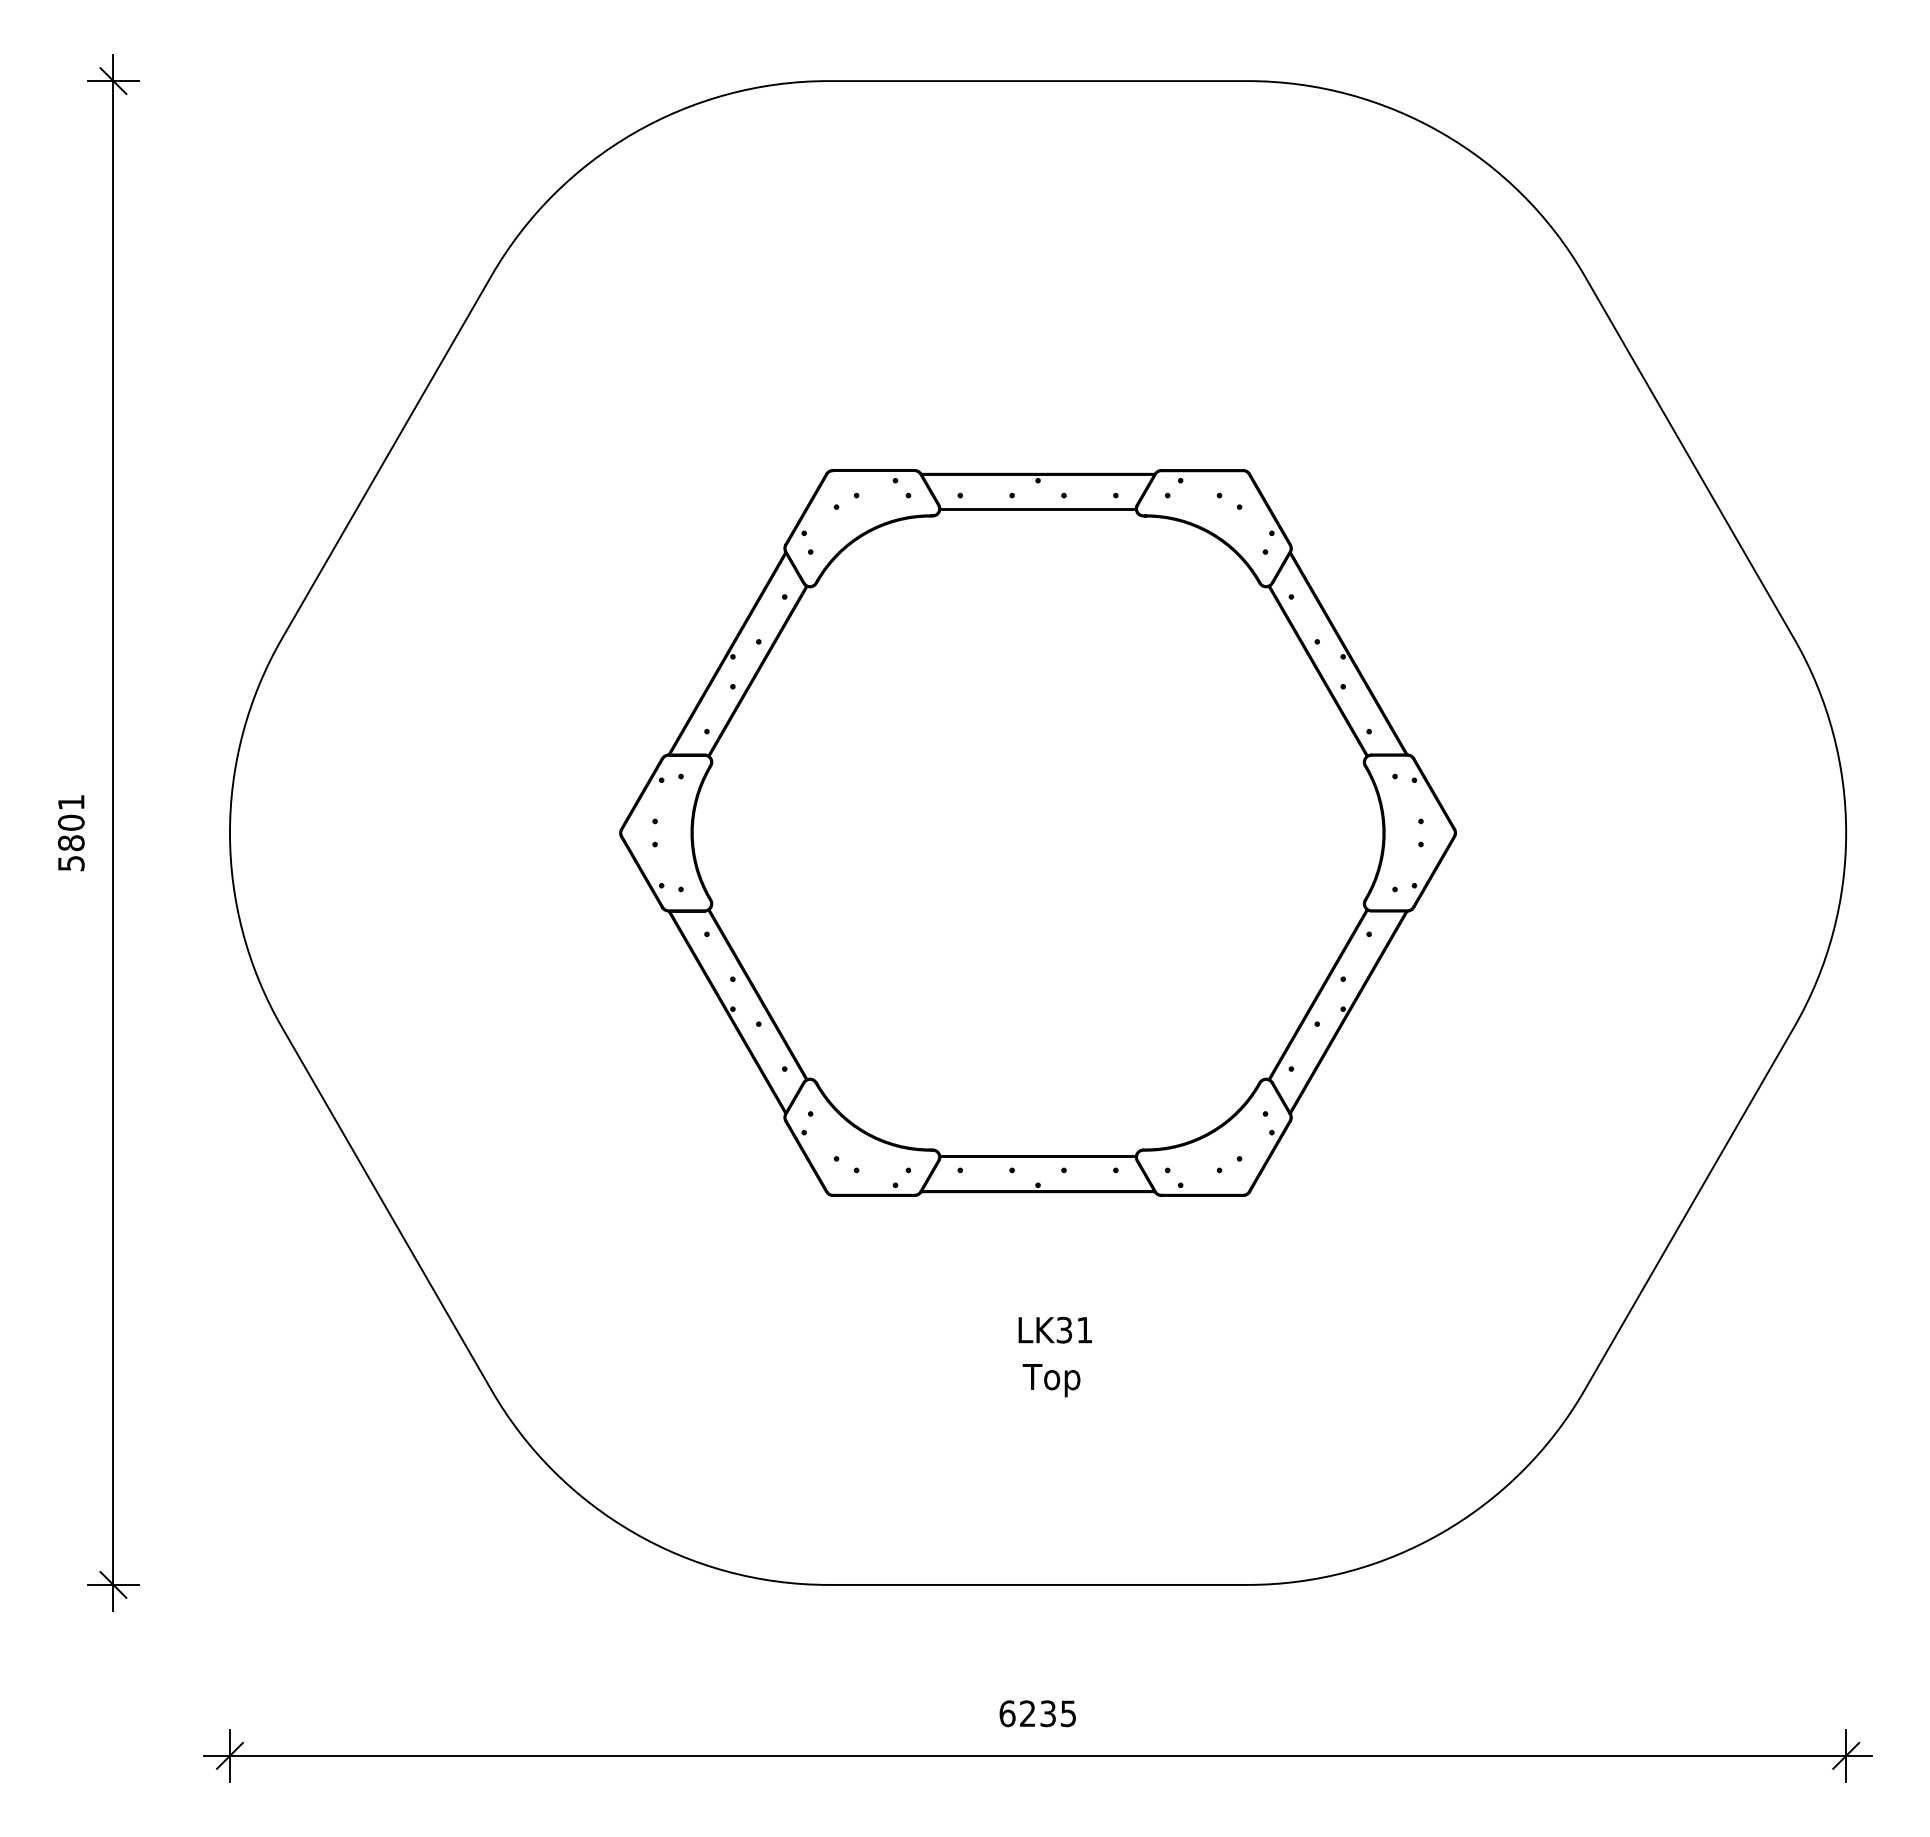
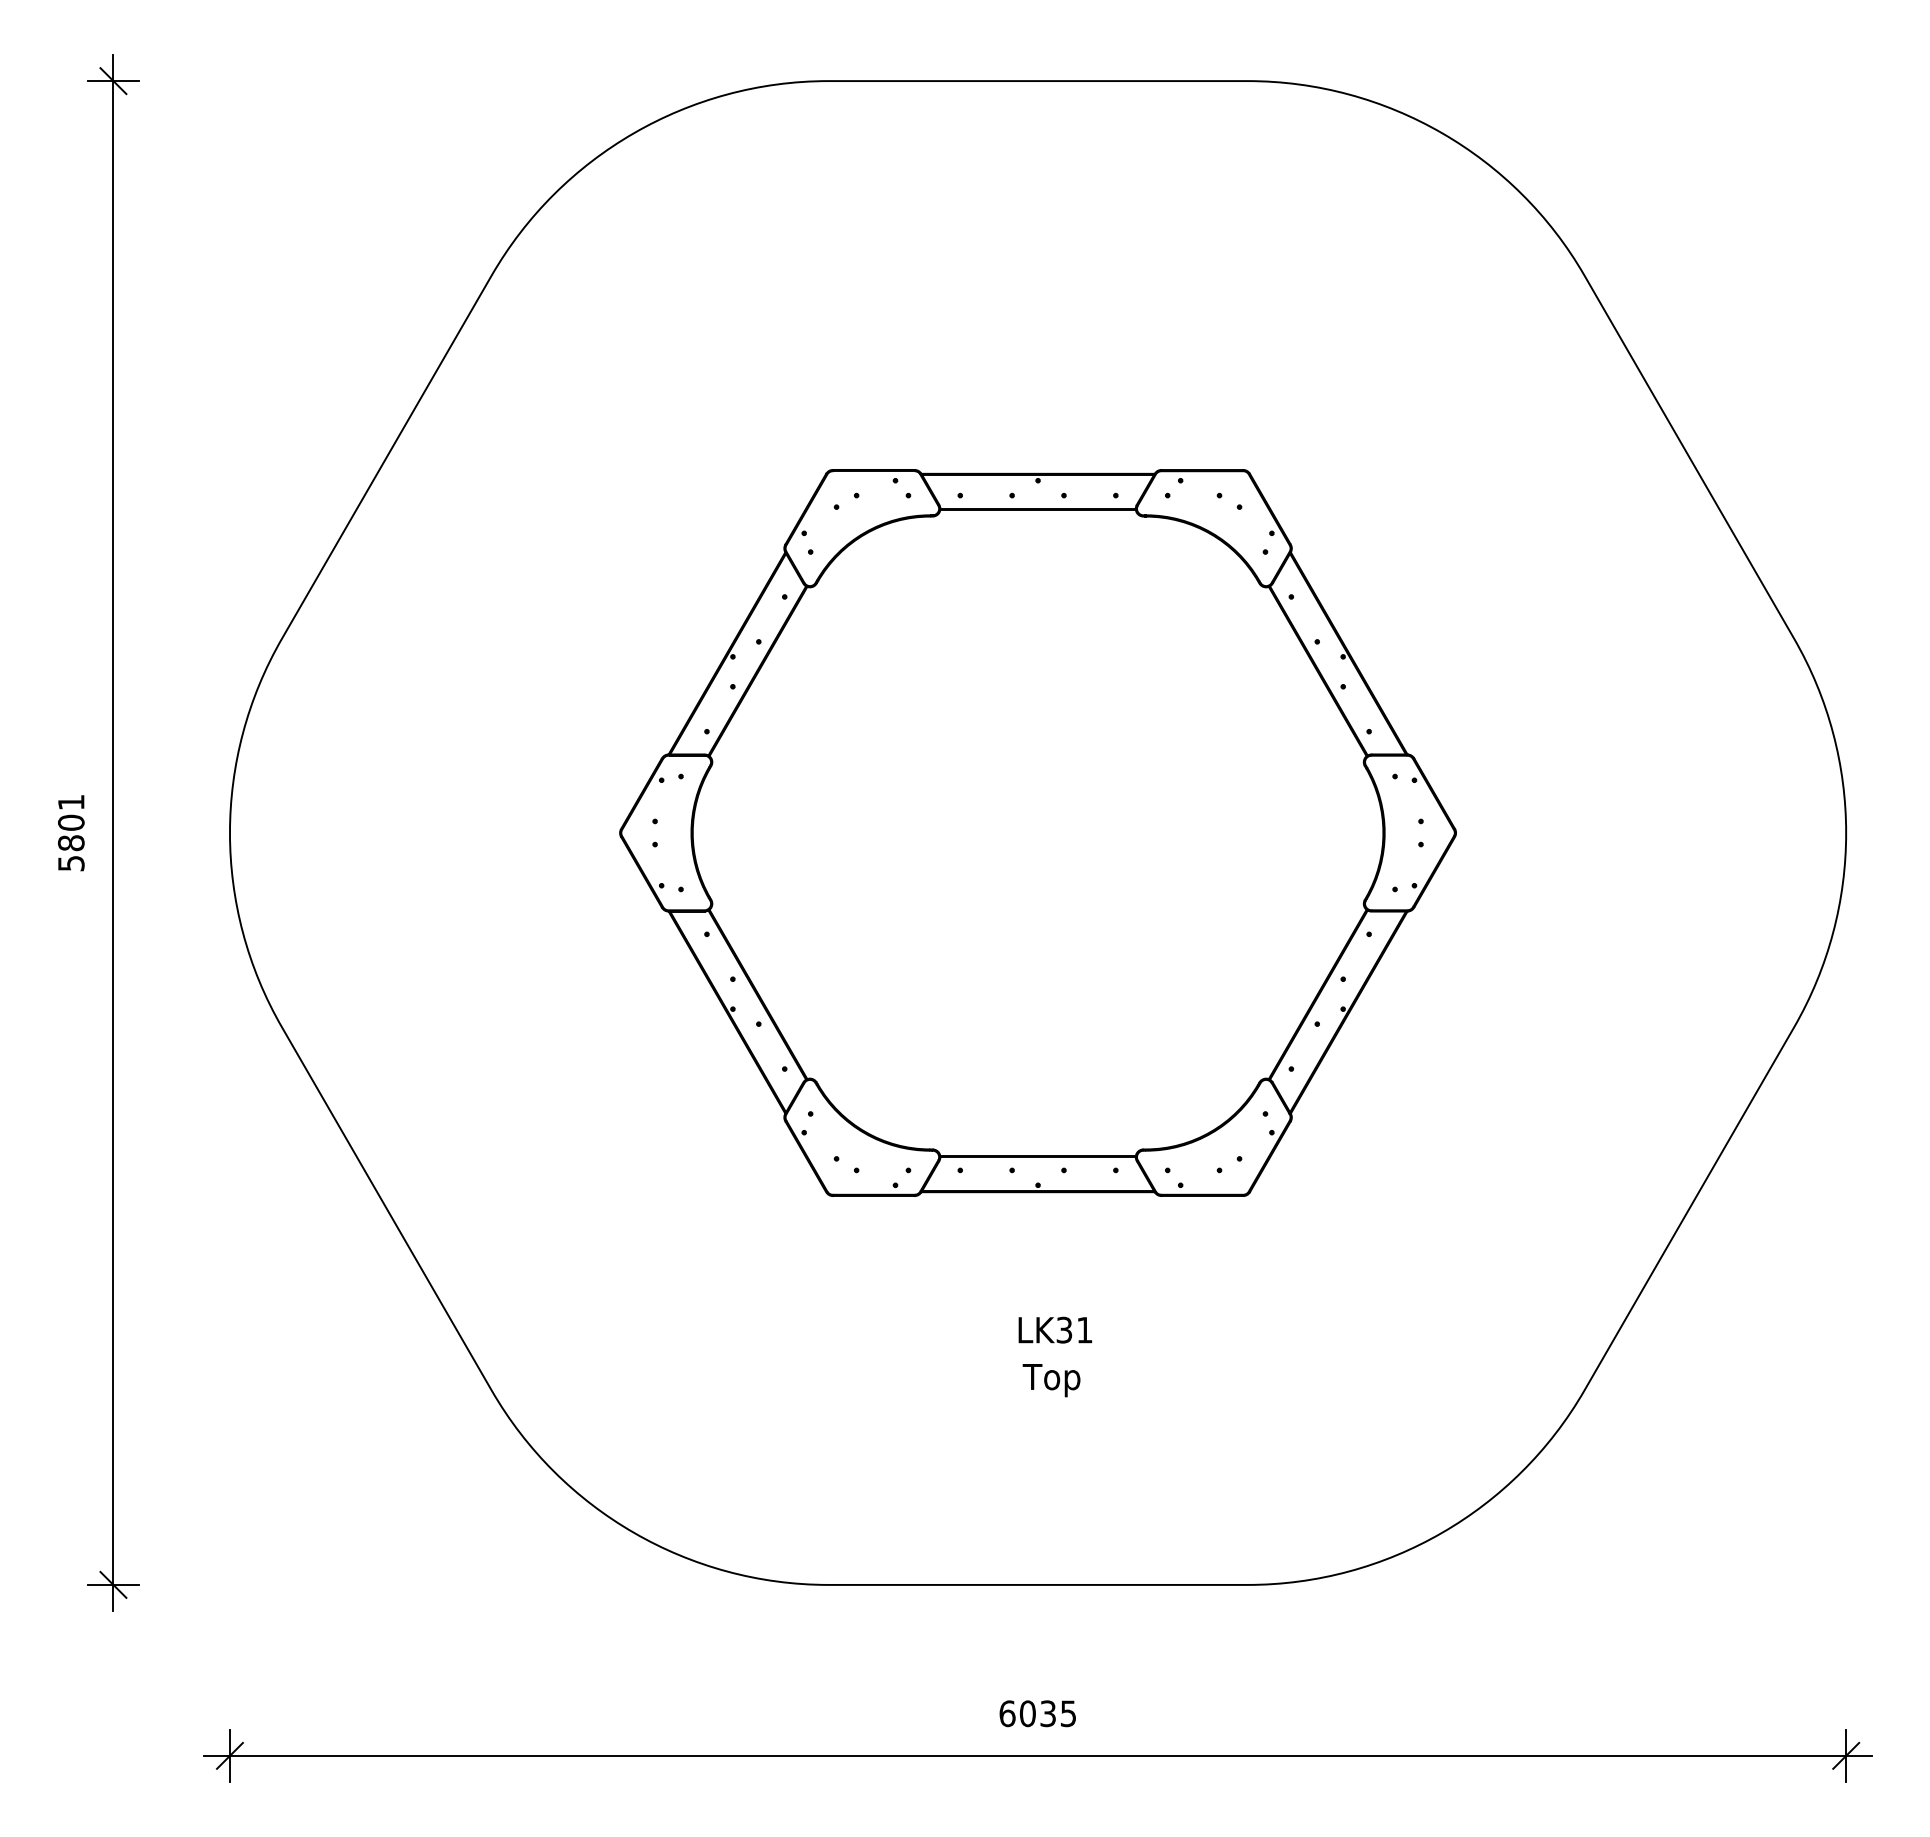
text at (1027, 1713): 6235 -> 6035
